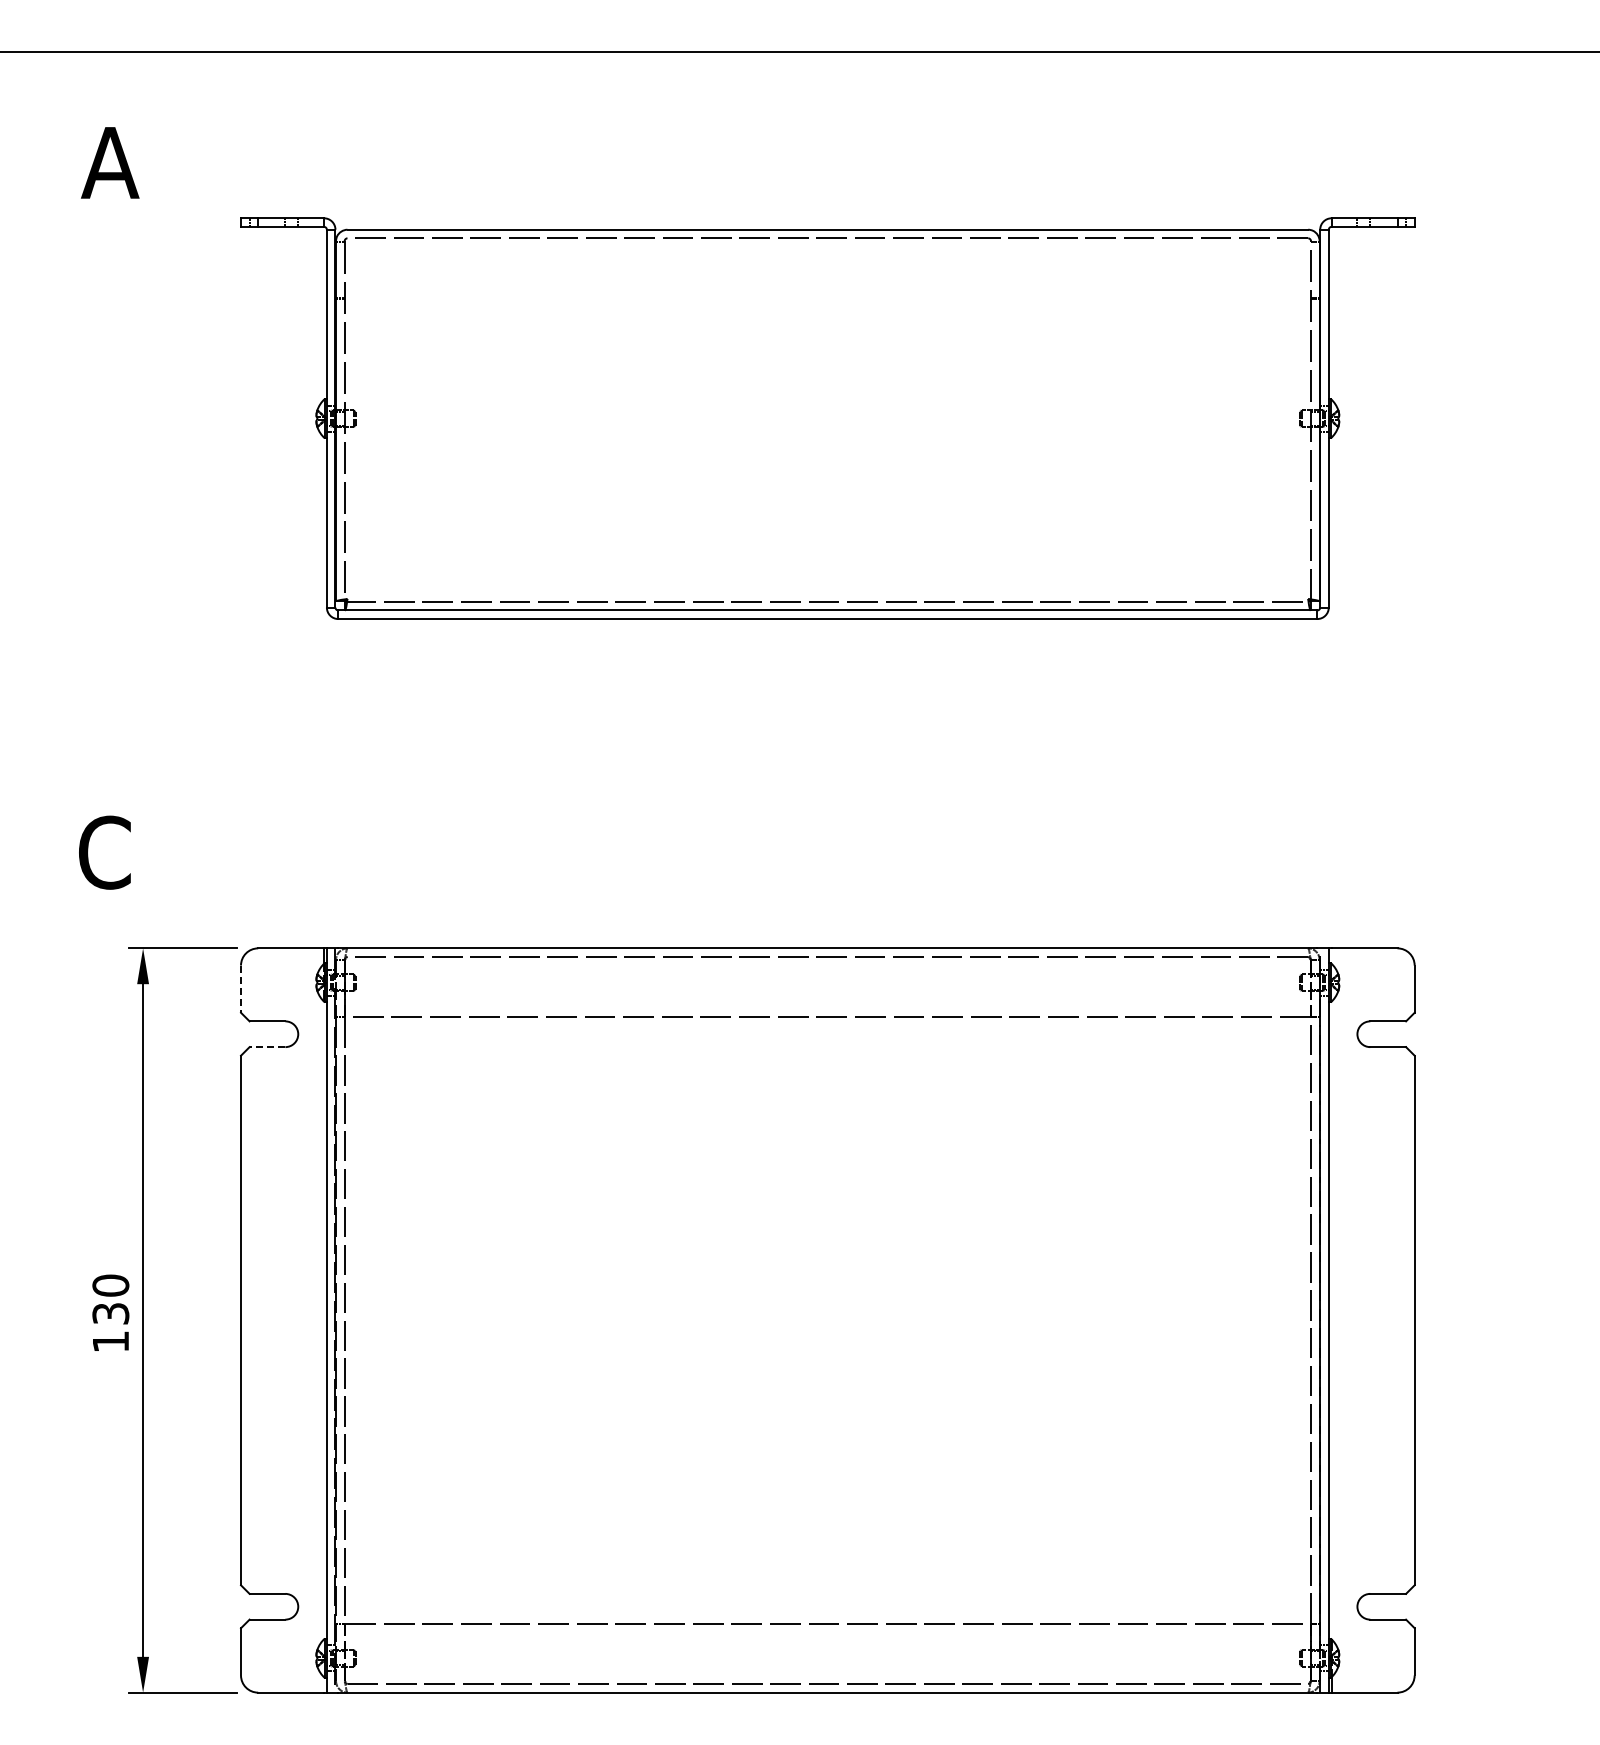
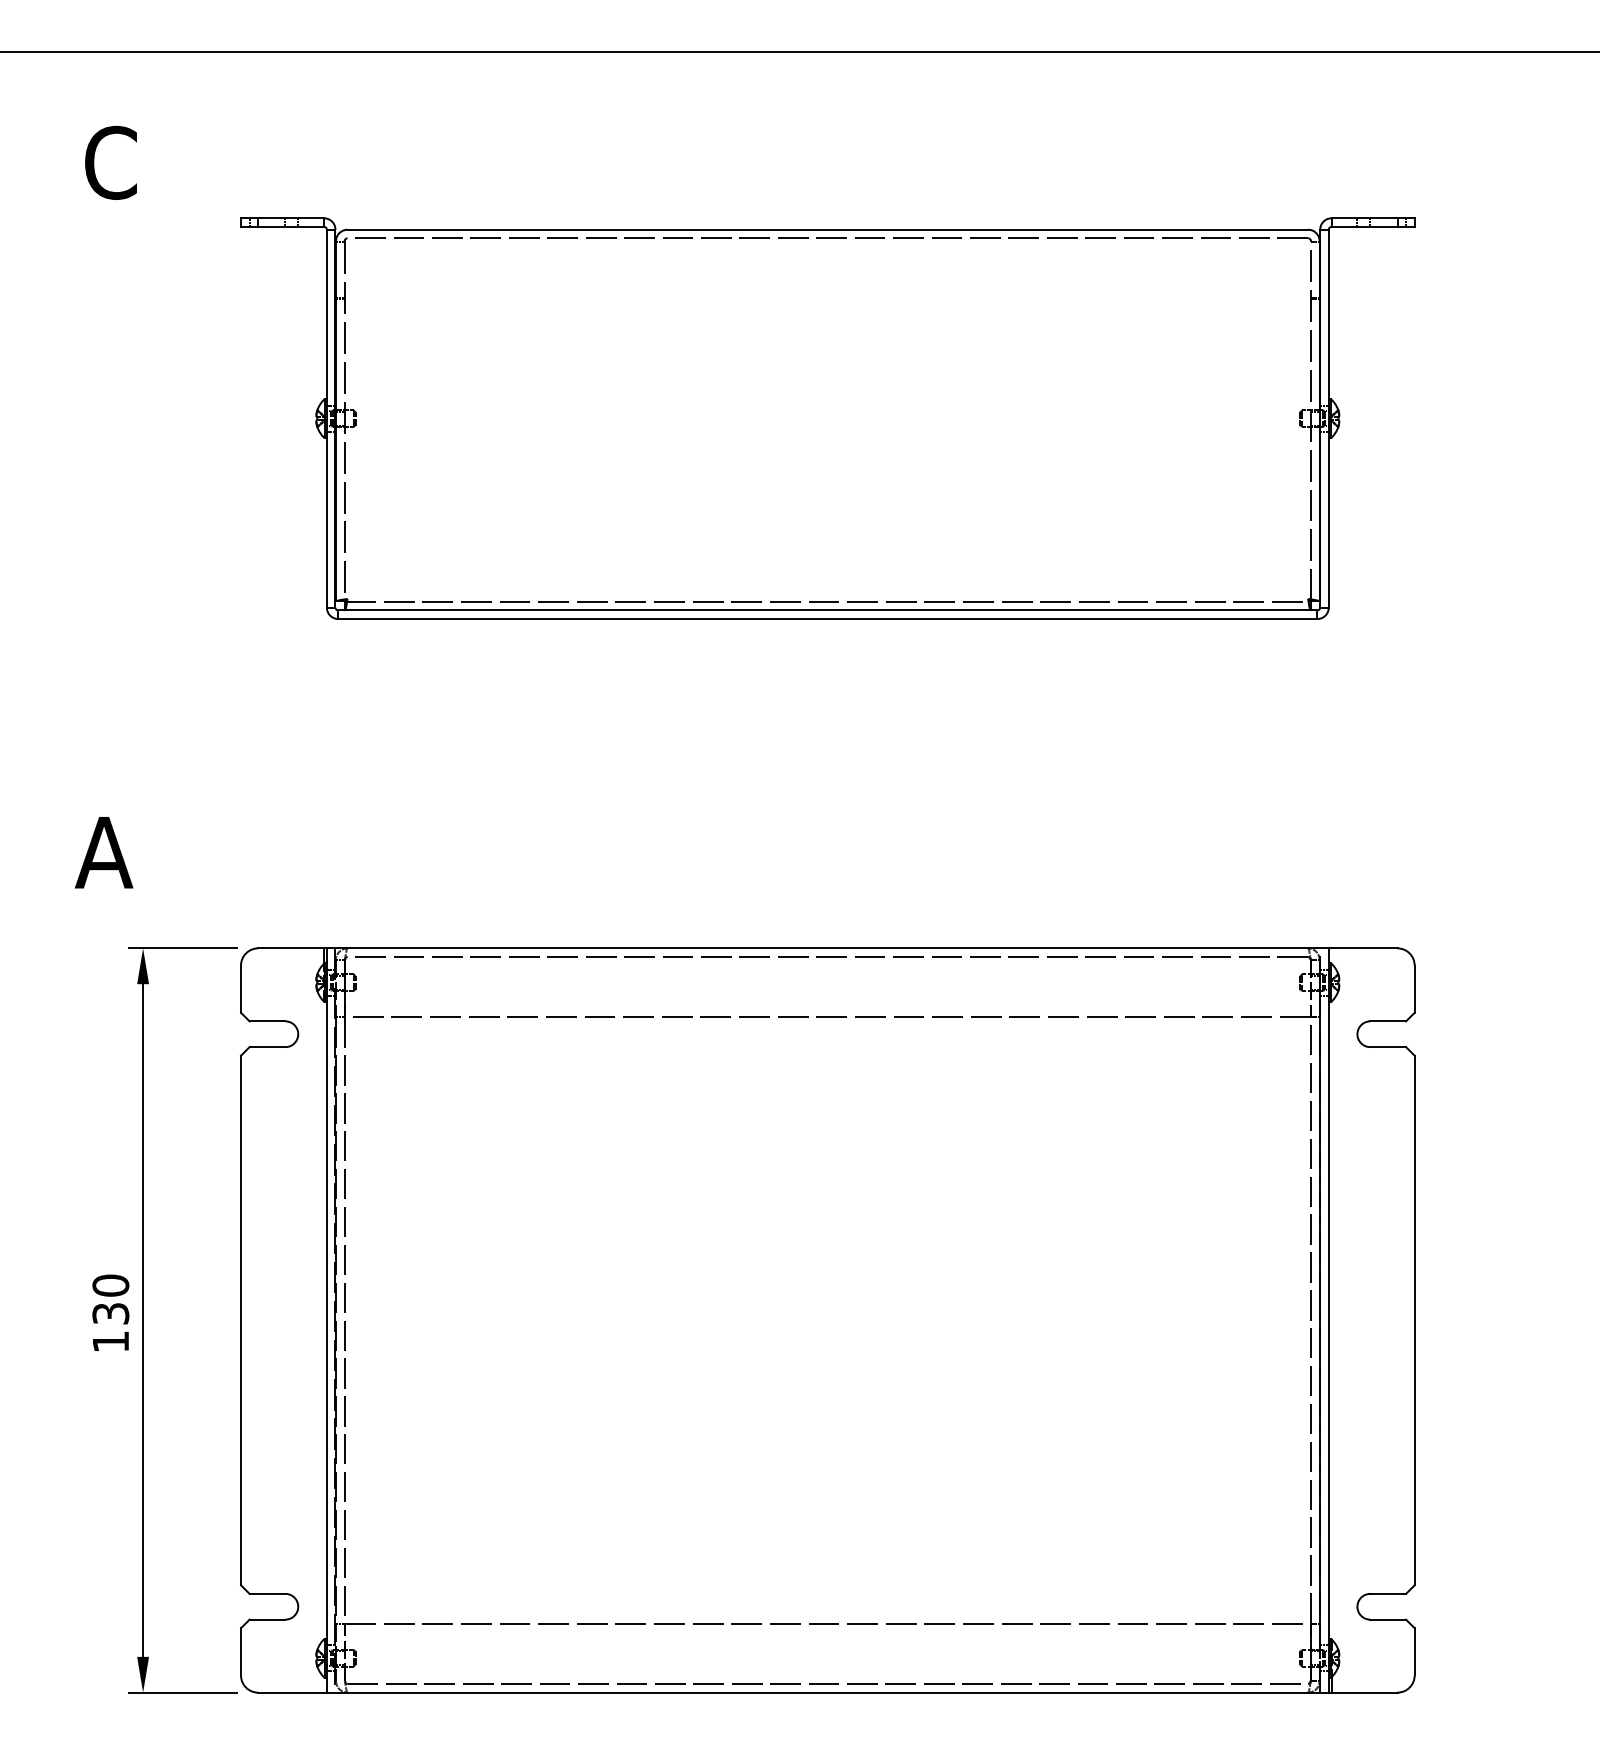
text at (110, 162): A -> C
text at (103, 852): C -> A
line at (241, 989): dashed -> solid
line at (267, 1047): dashed -> solid
